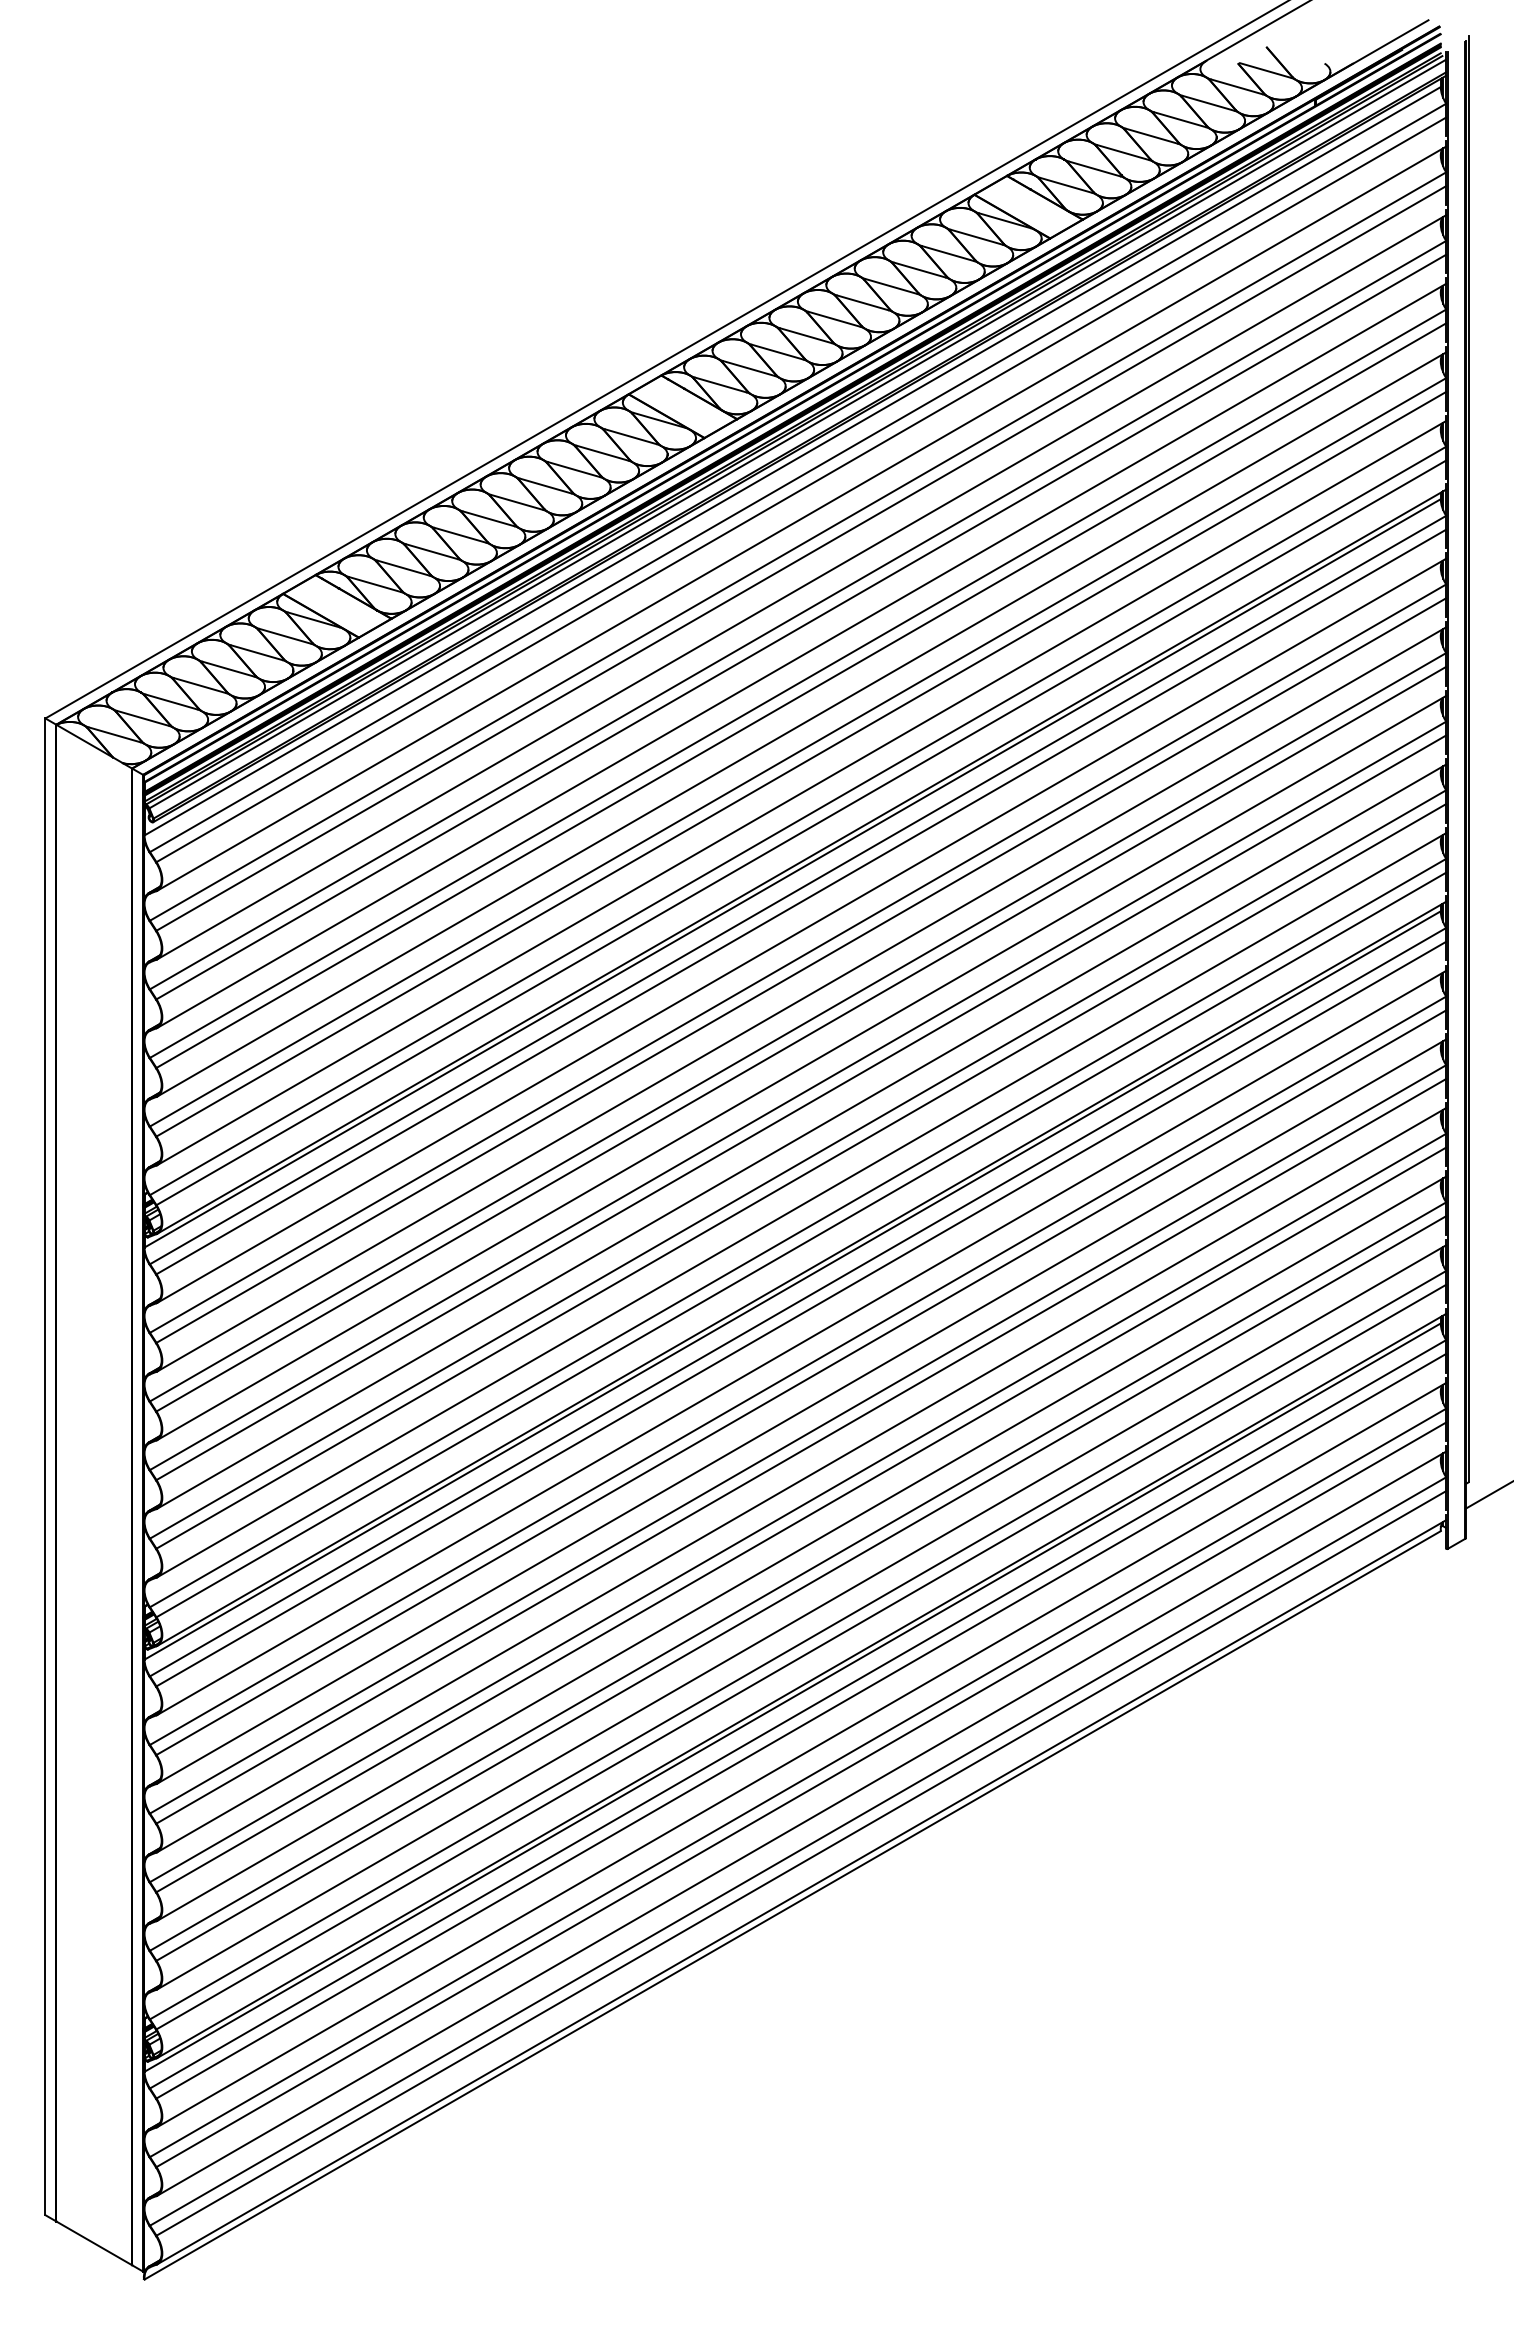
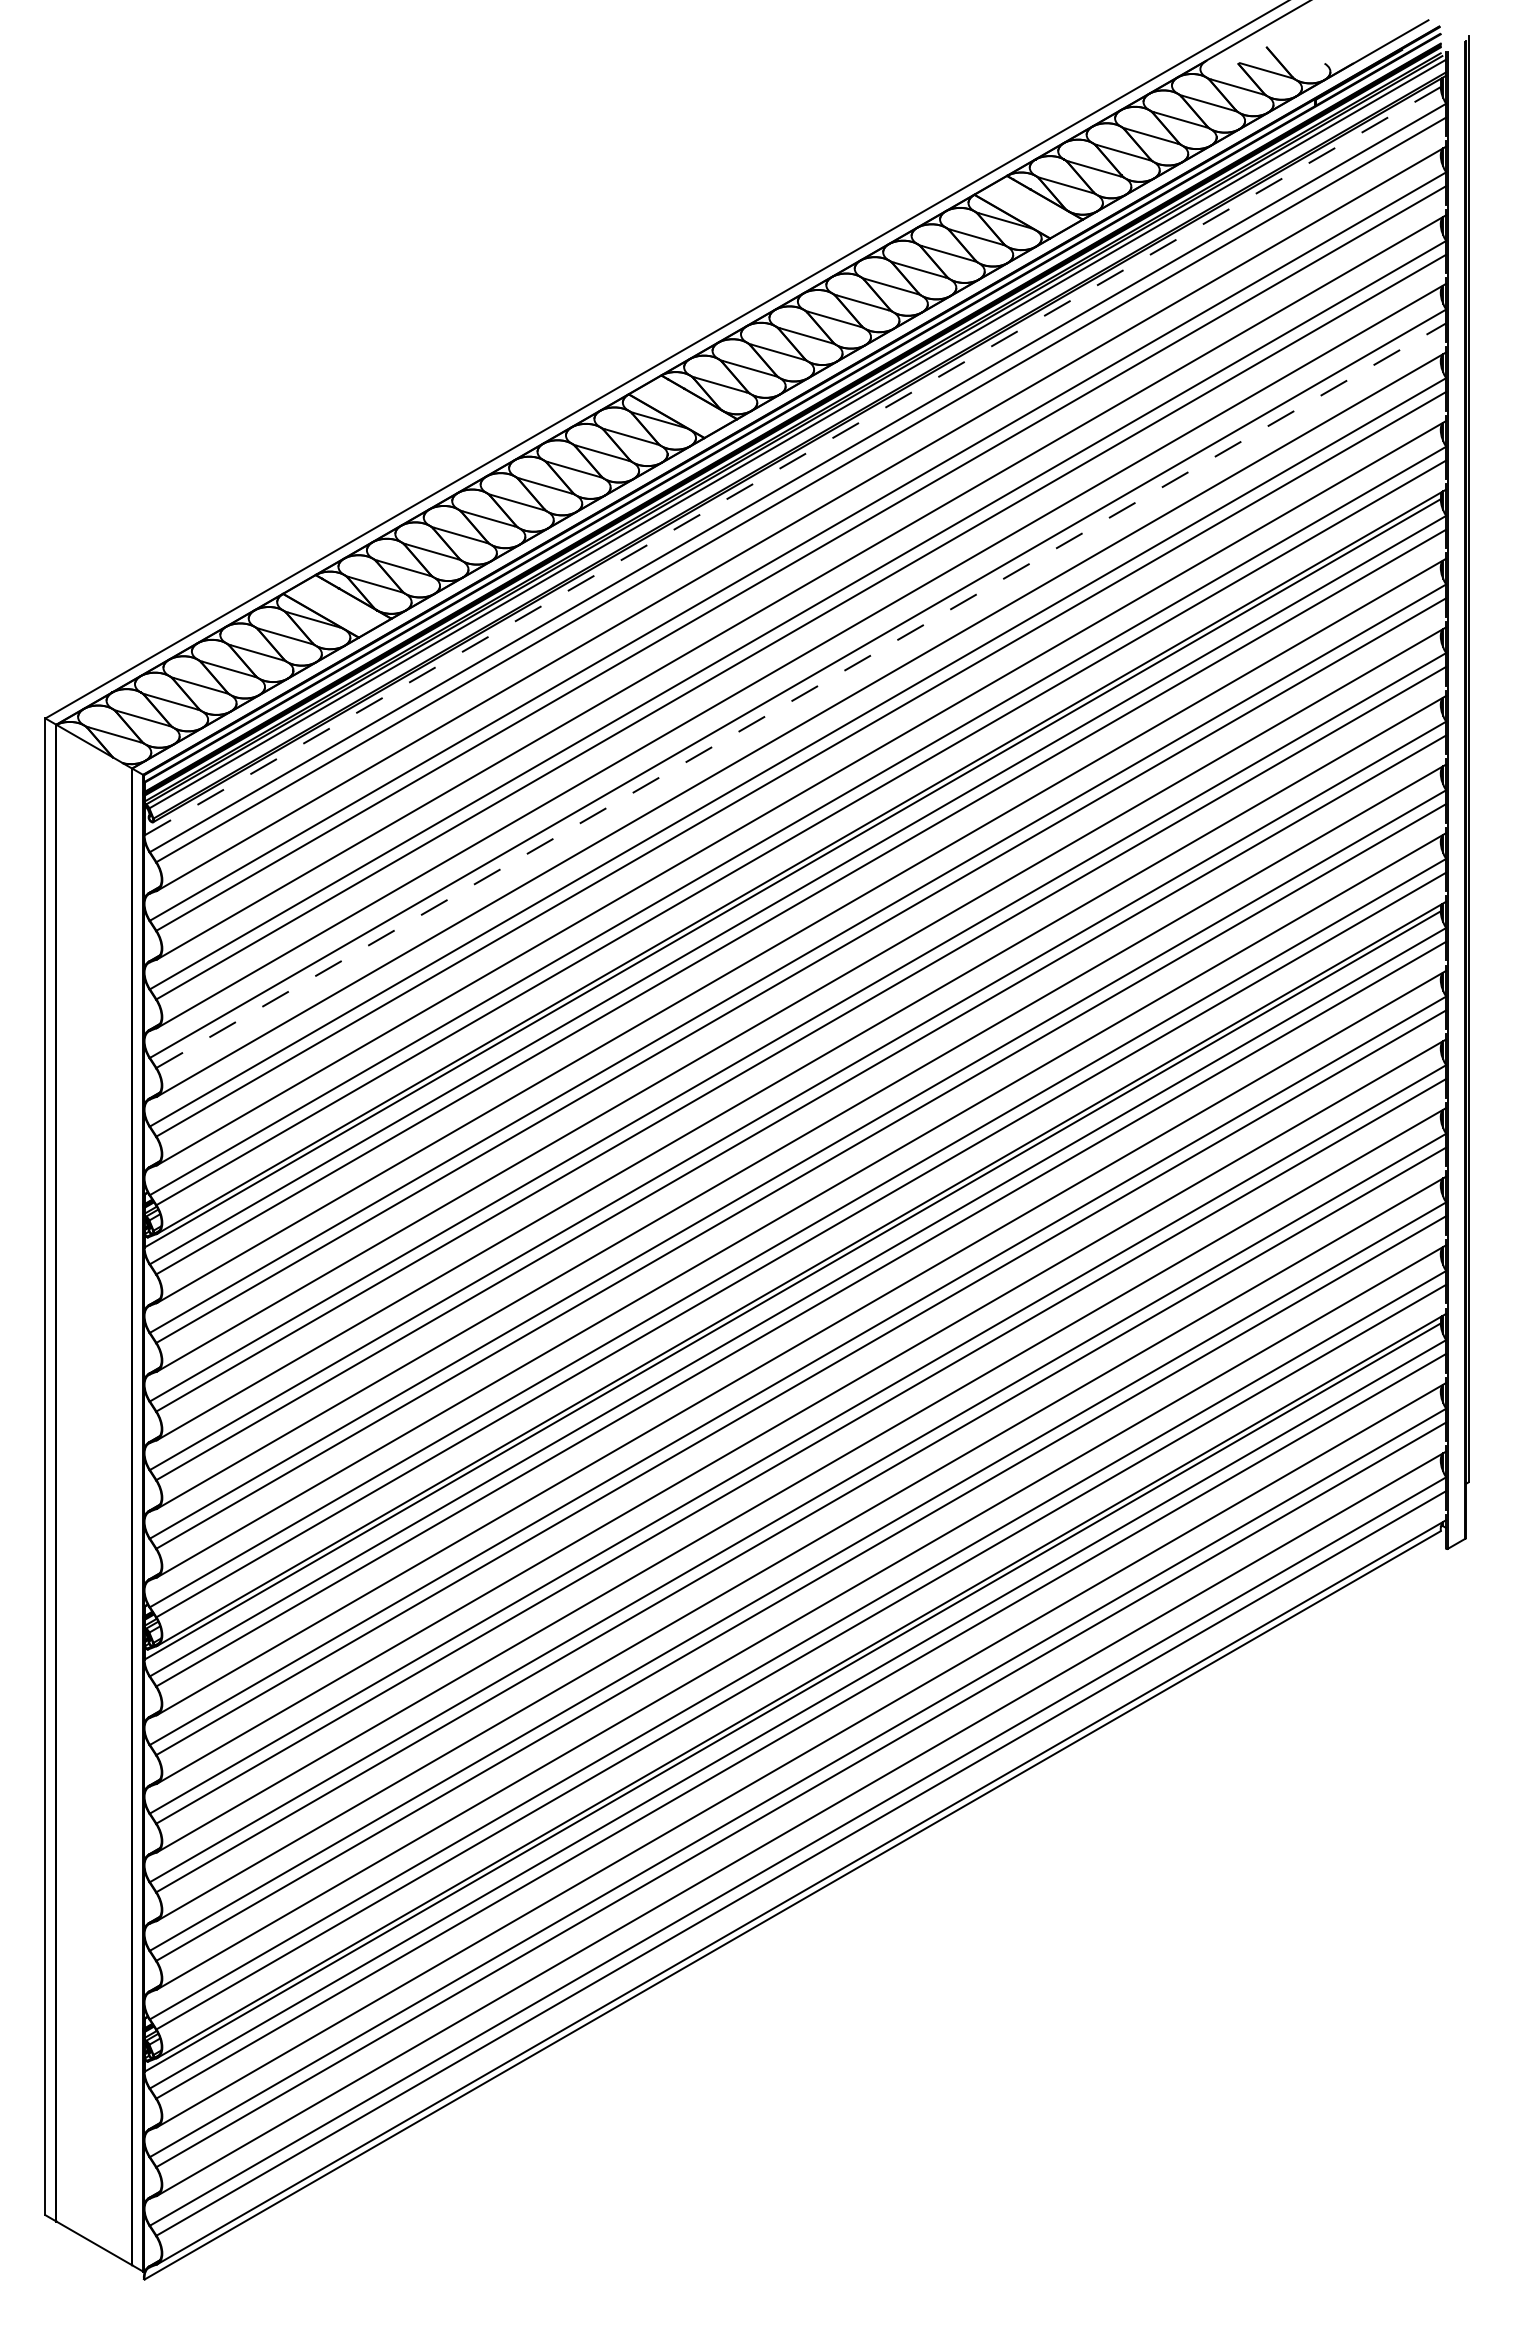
line at (793, 461): solid -> dashed
line at (801, 695): solid -> dashed
line at (1487, 1495): present -> none
